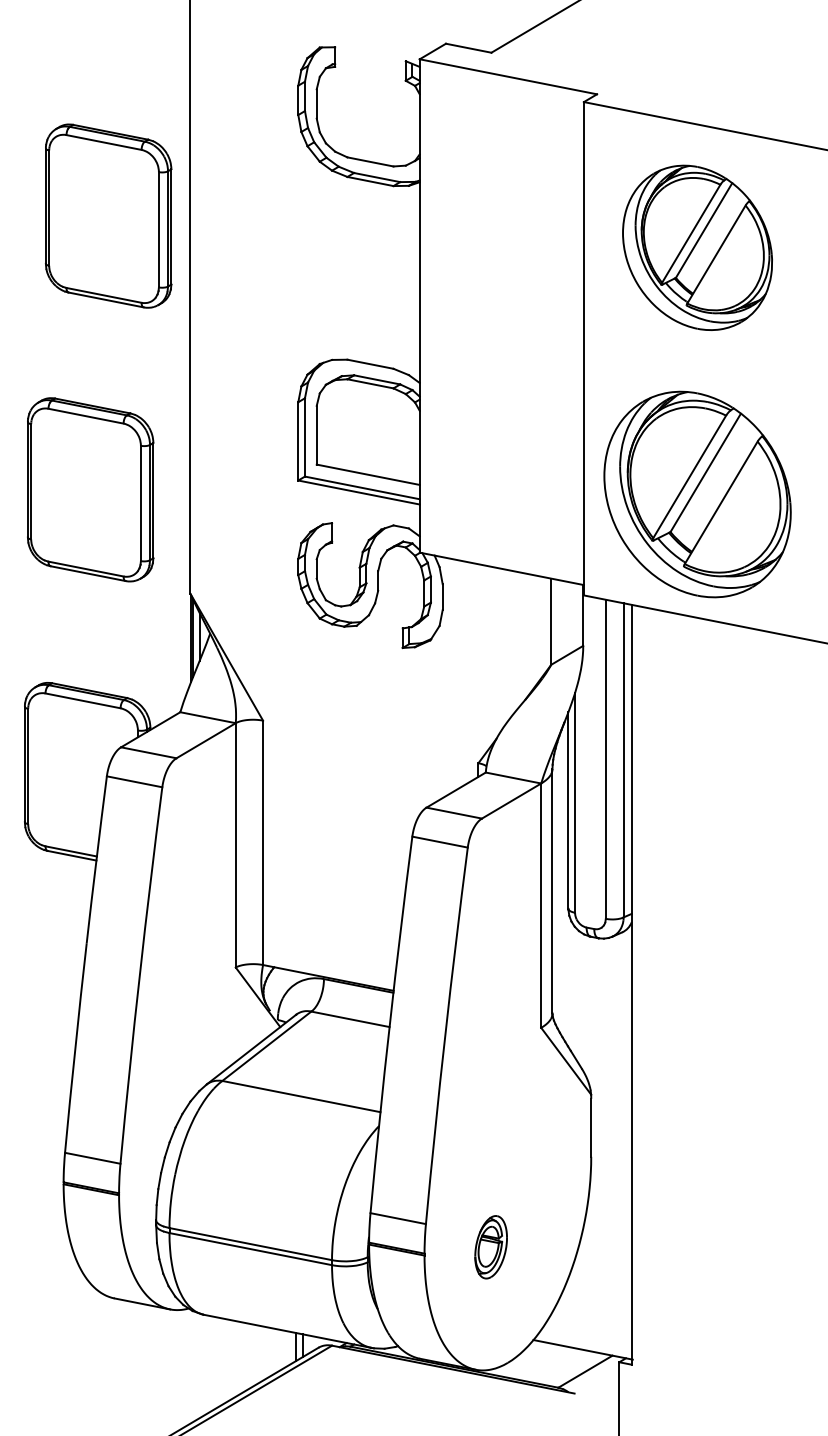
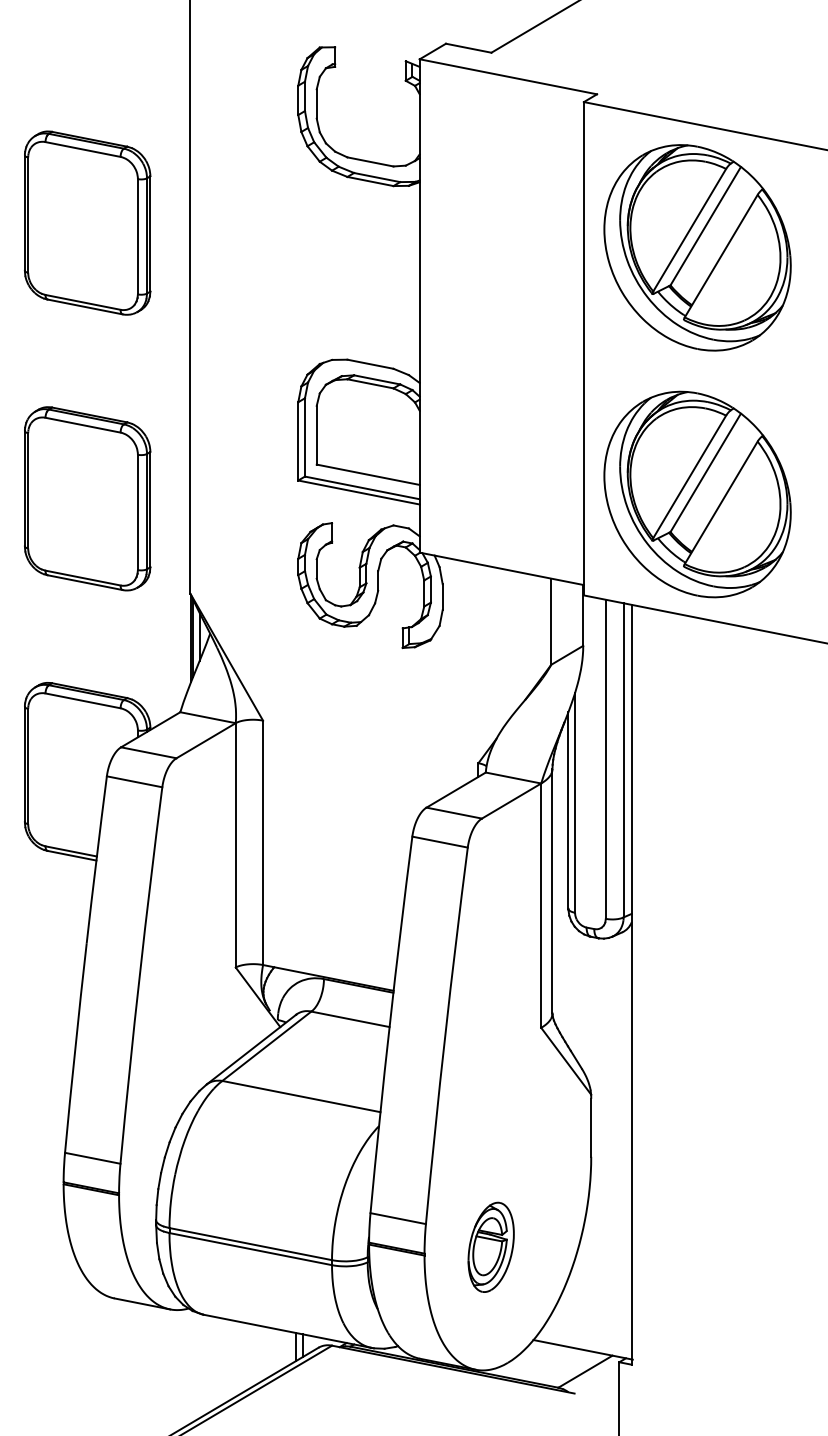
part at (108, 215) position: (108, 215) -> (87, 222)
part at (697, 247) size: 151x167 px -> 189x208 px
part at (90, 489) position: (90, 489) -> (87, 498)
part at (490, 1247) size: 34x65 px -> 48x92 px
